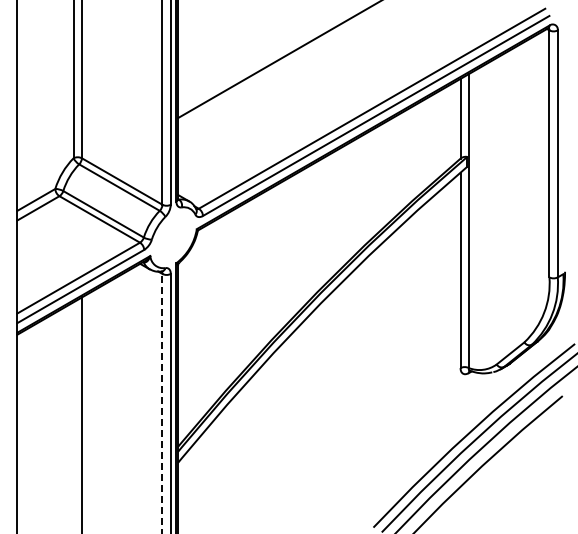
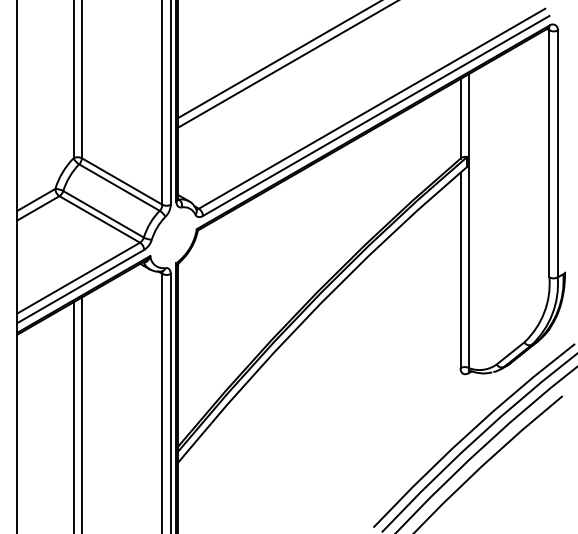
line at (286, 64): none -> present
line at (162, 403): dashed -> solid
line at (73, 416): none -> present
